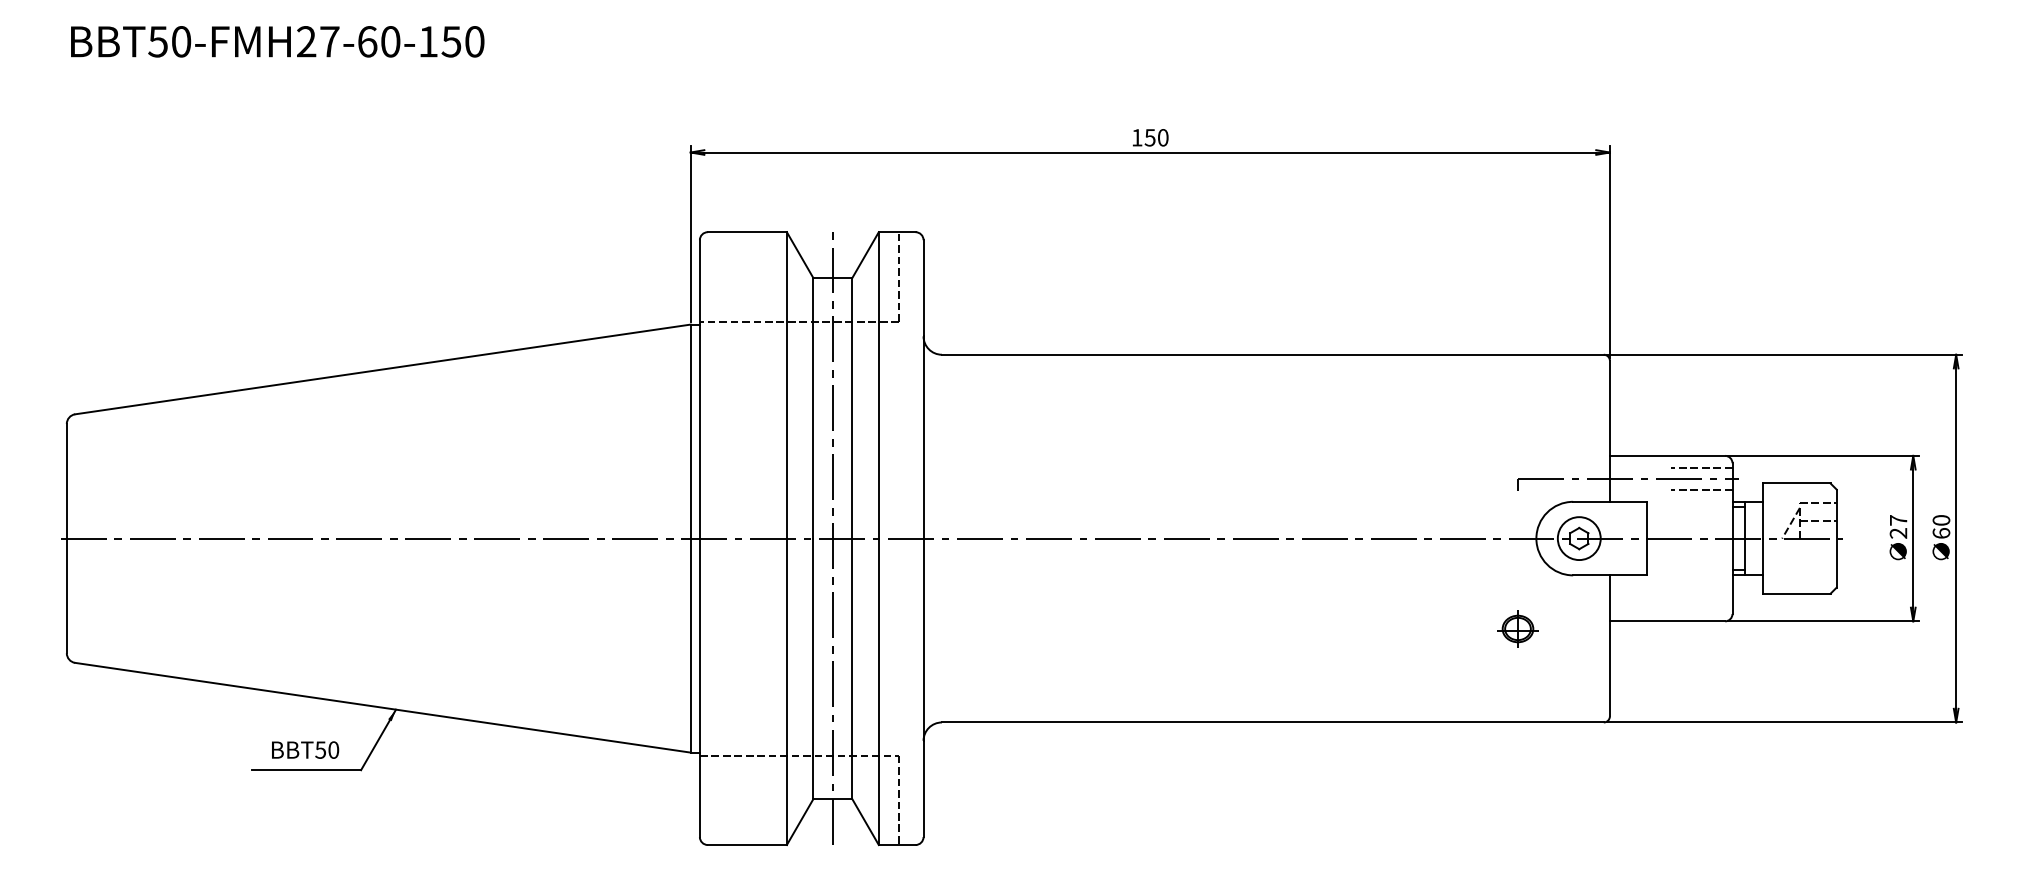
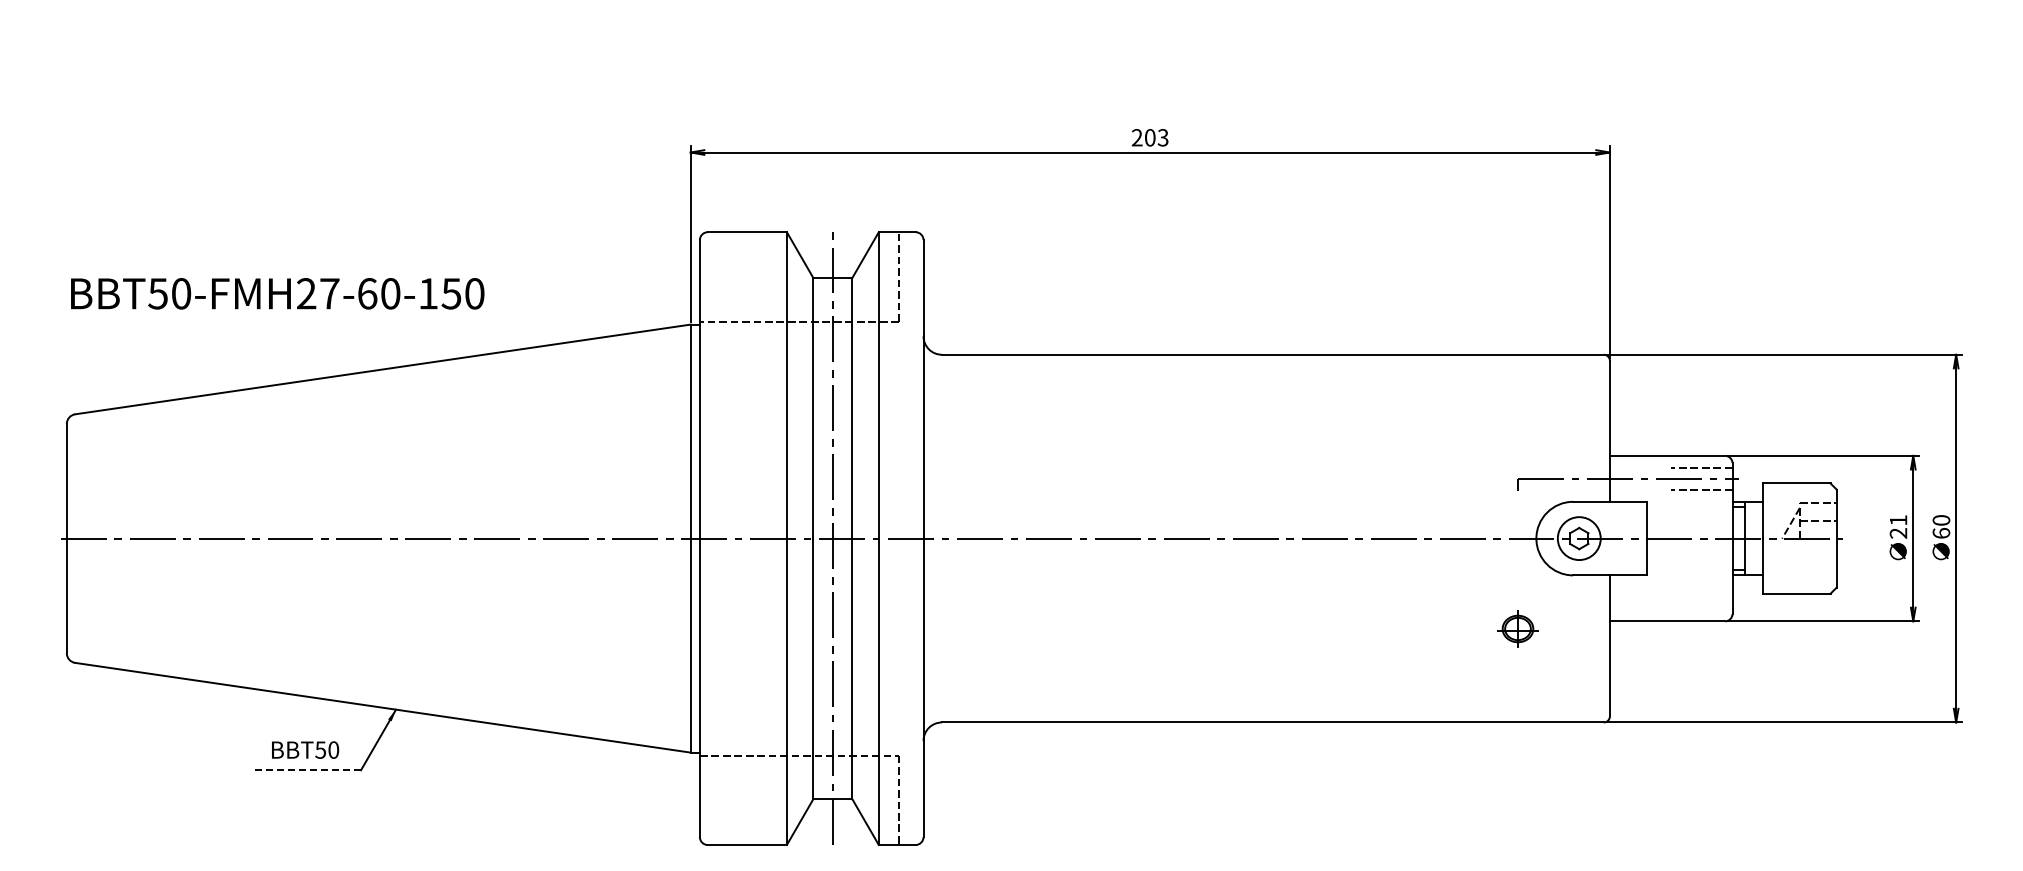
text at (277, 41) position: (277, 41) -> (277, 293)
text at (1149, 137): 150 -> 203
text at (1898, 520): 27 -> 21
line at (306, 770): solid -> dashed
